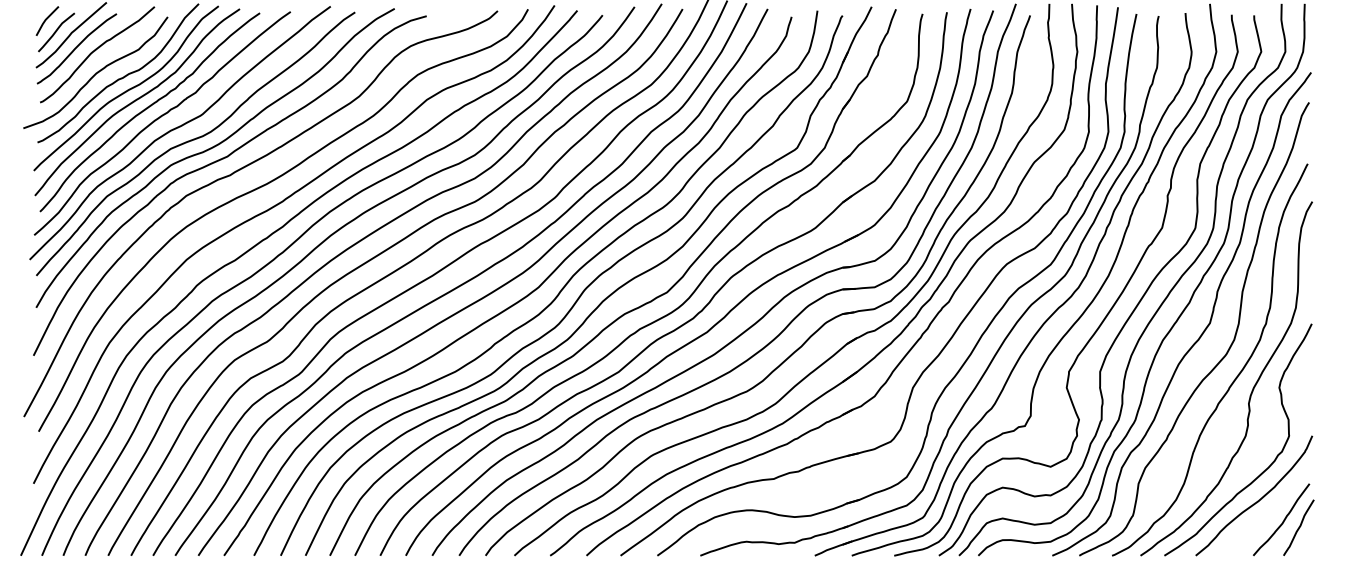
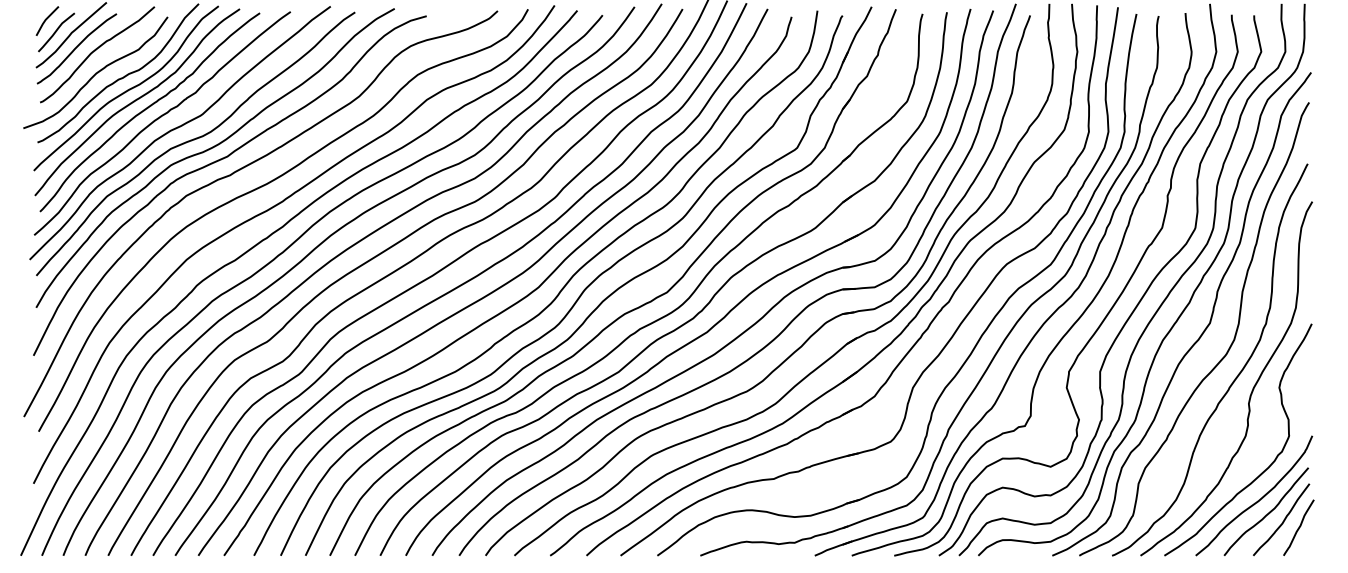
curve at (1267, 513): none -> present
